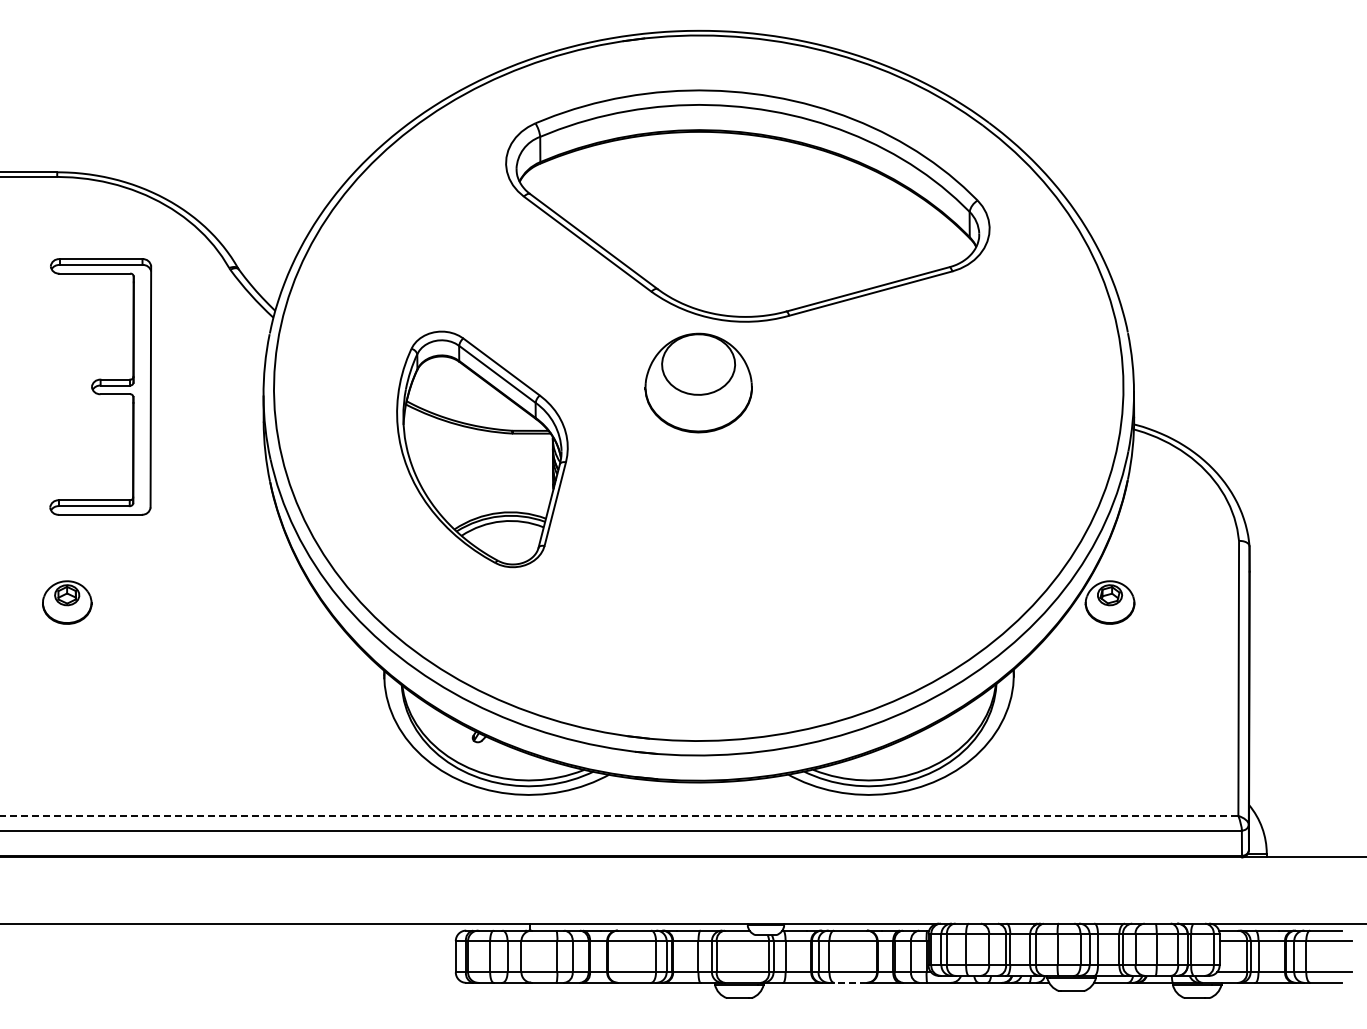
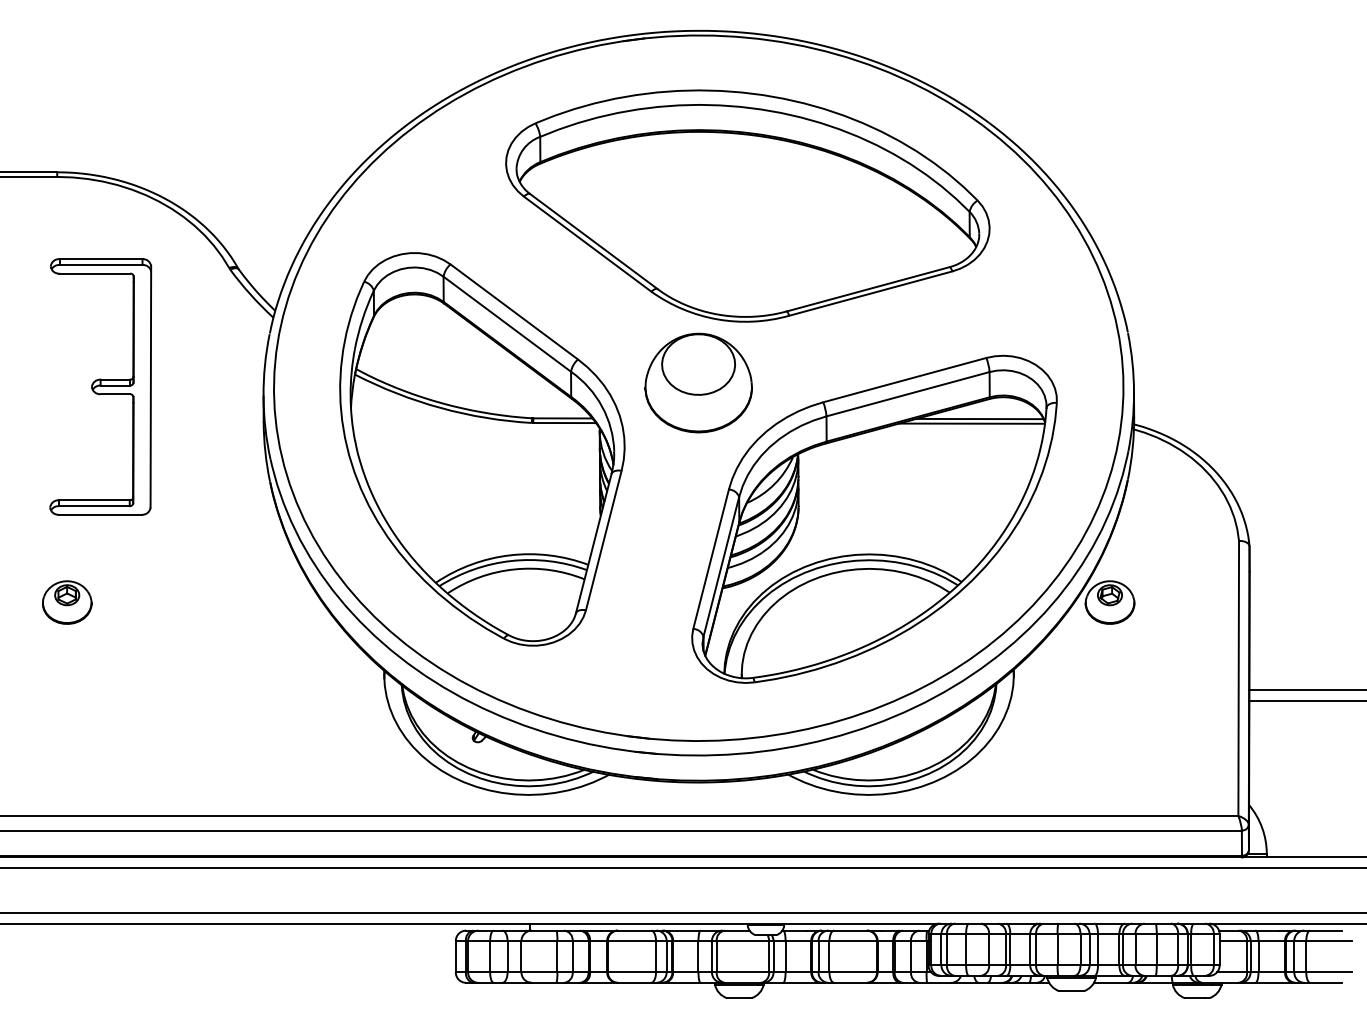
part at (482, 449) size: 173x239 px -> 287x395 px
part at (874, 518): none -> present
line at (1306, 690): none -> present
line at (1306, 700): none -> present
line at (619, 816): dashed -> solid
line at (682, 867): none -> present
line at (682, 913): none -> present
line at (850, 982): dashed -> solid
